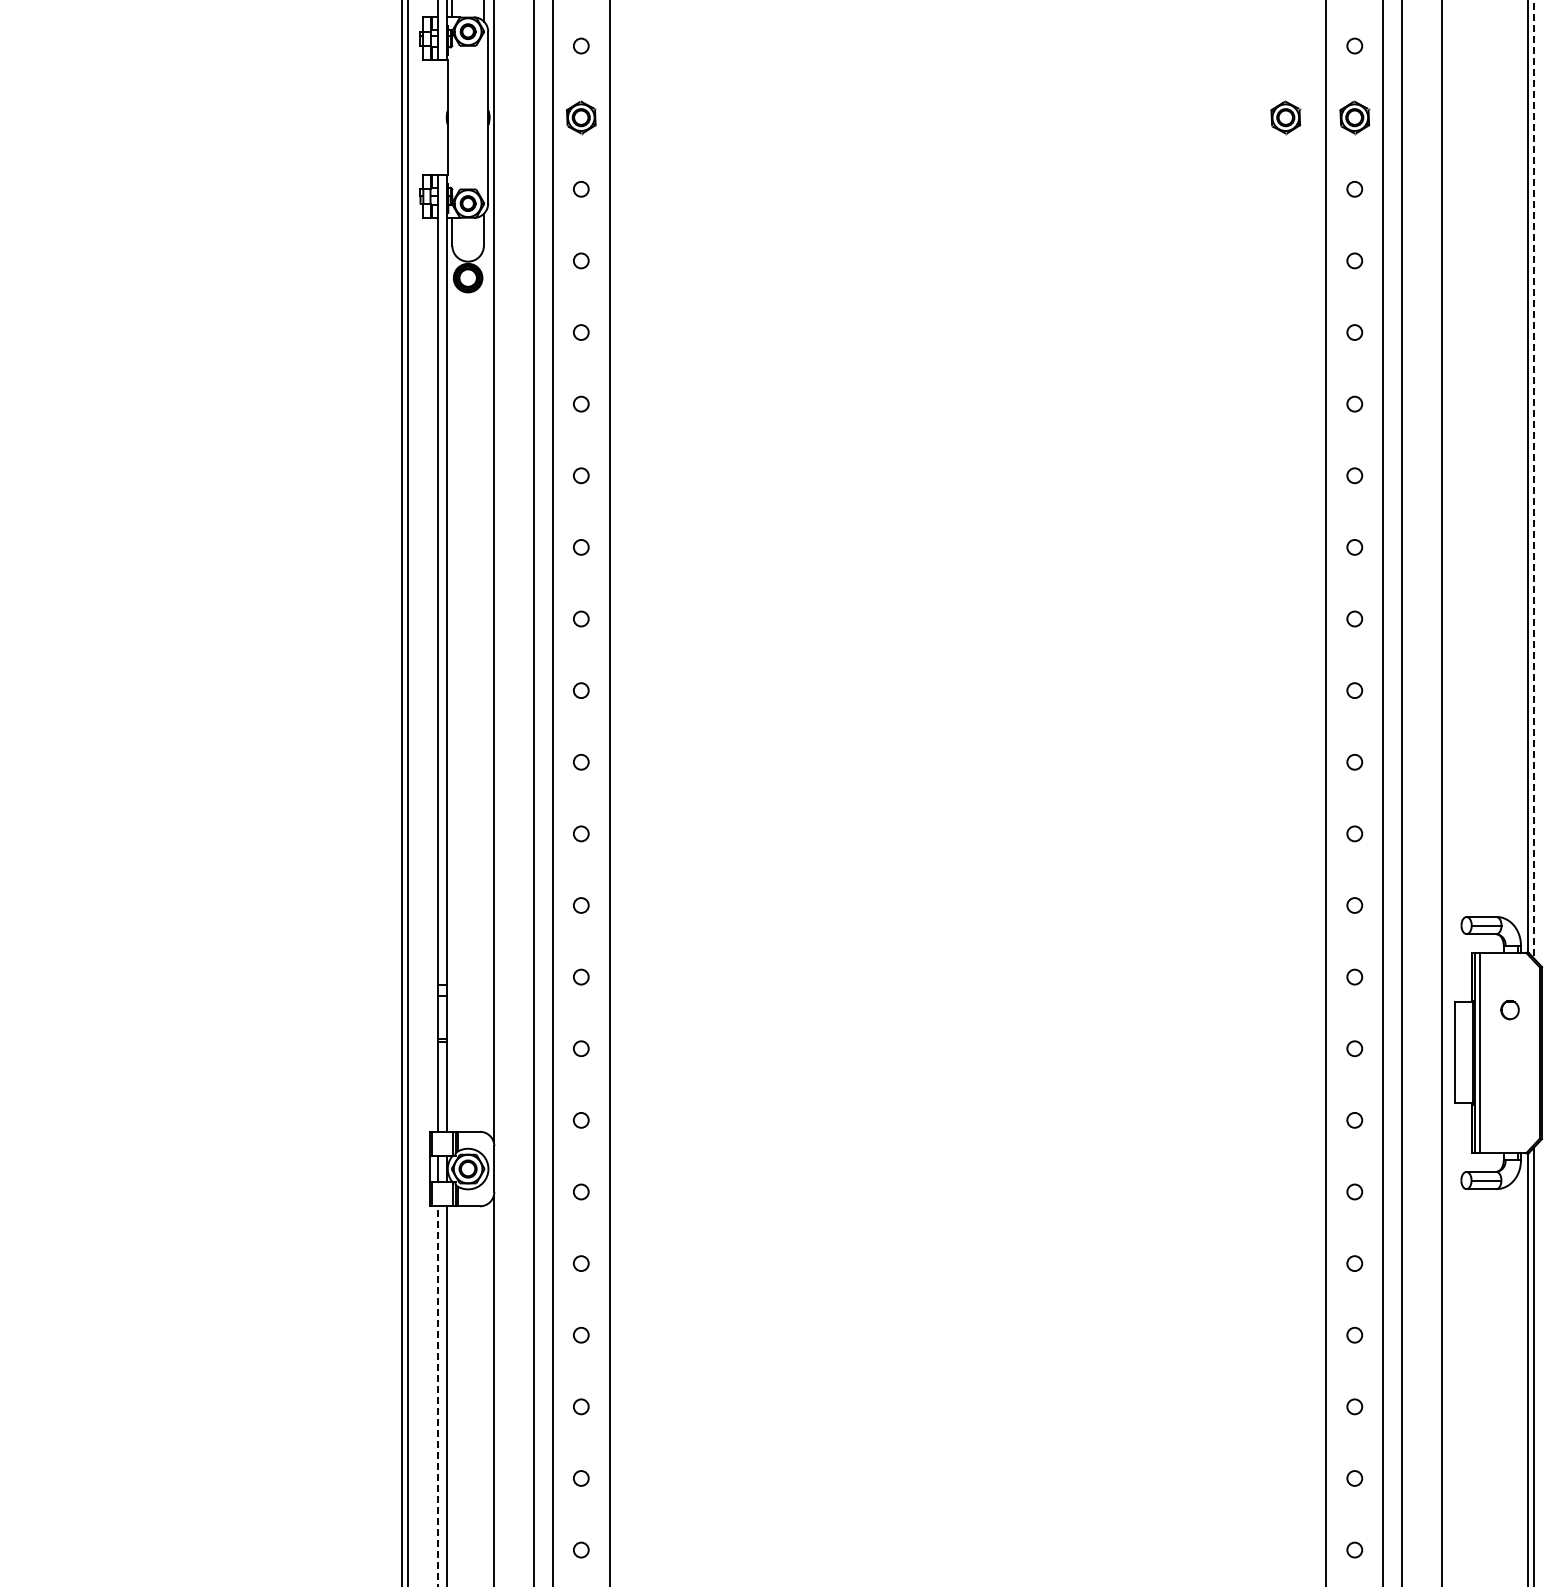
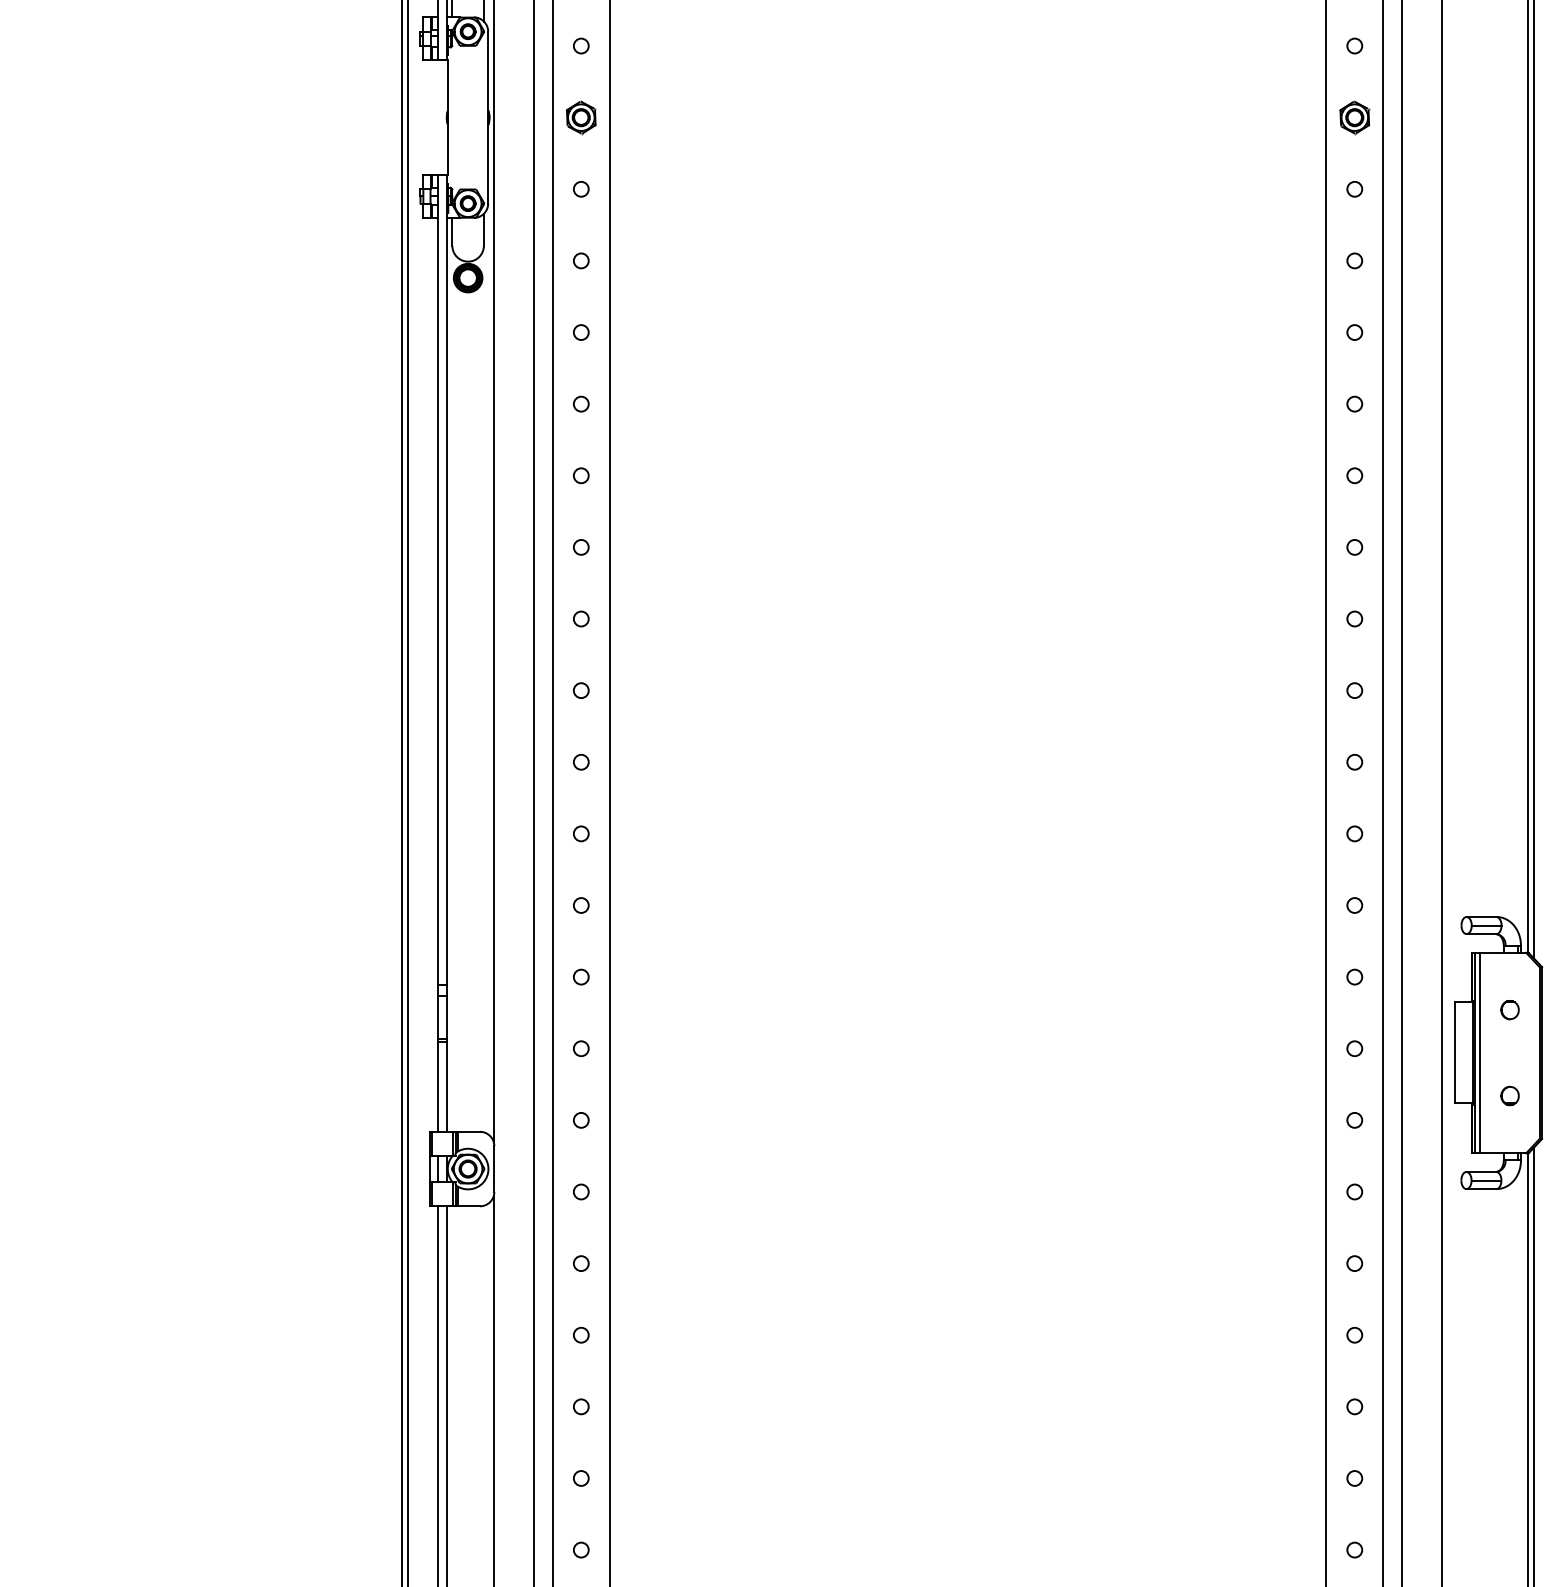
part at (1285, 117): present -> none
line at (1533, 479): dashed -> solid
part at (1509, 1095): none -> present
line at (438, 1396): dashed -> solid
